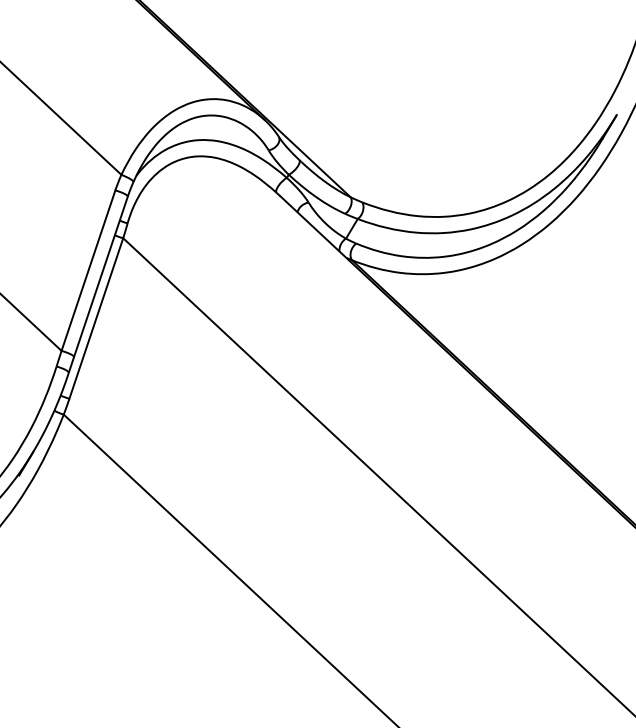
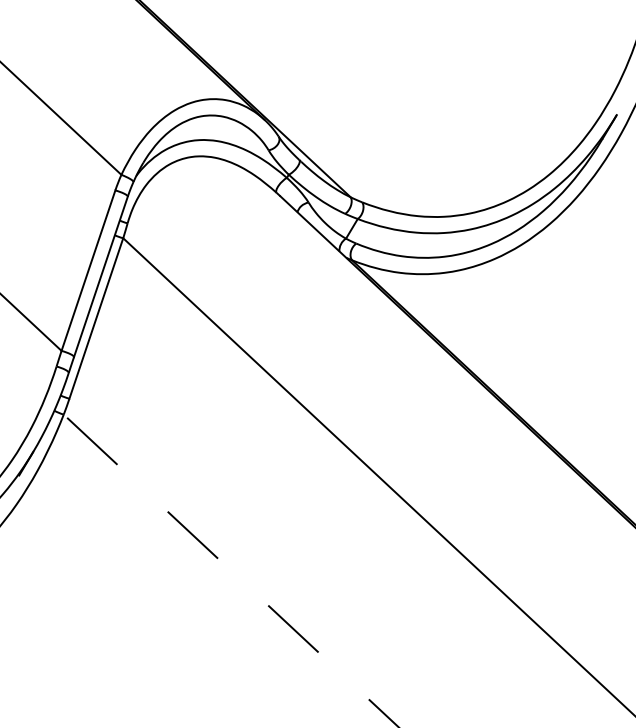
line at (231, 570): solid -> dashed
